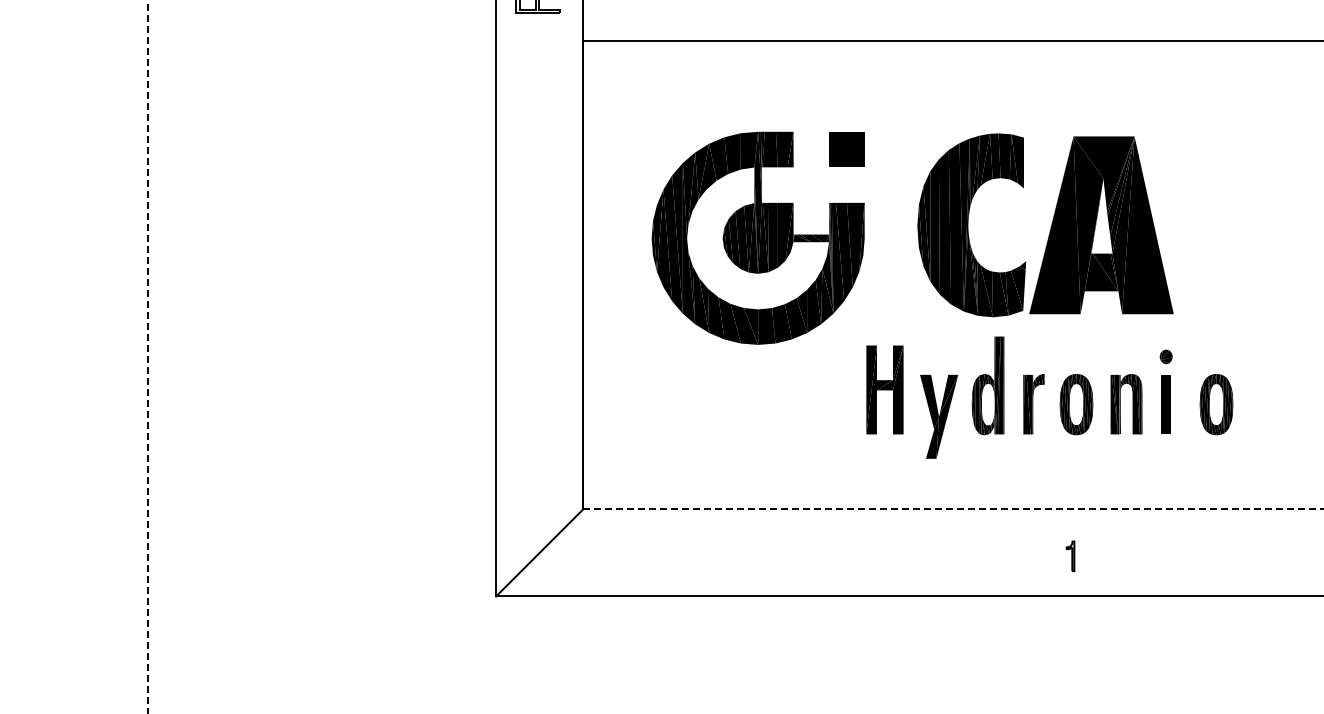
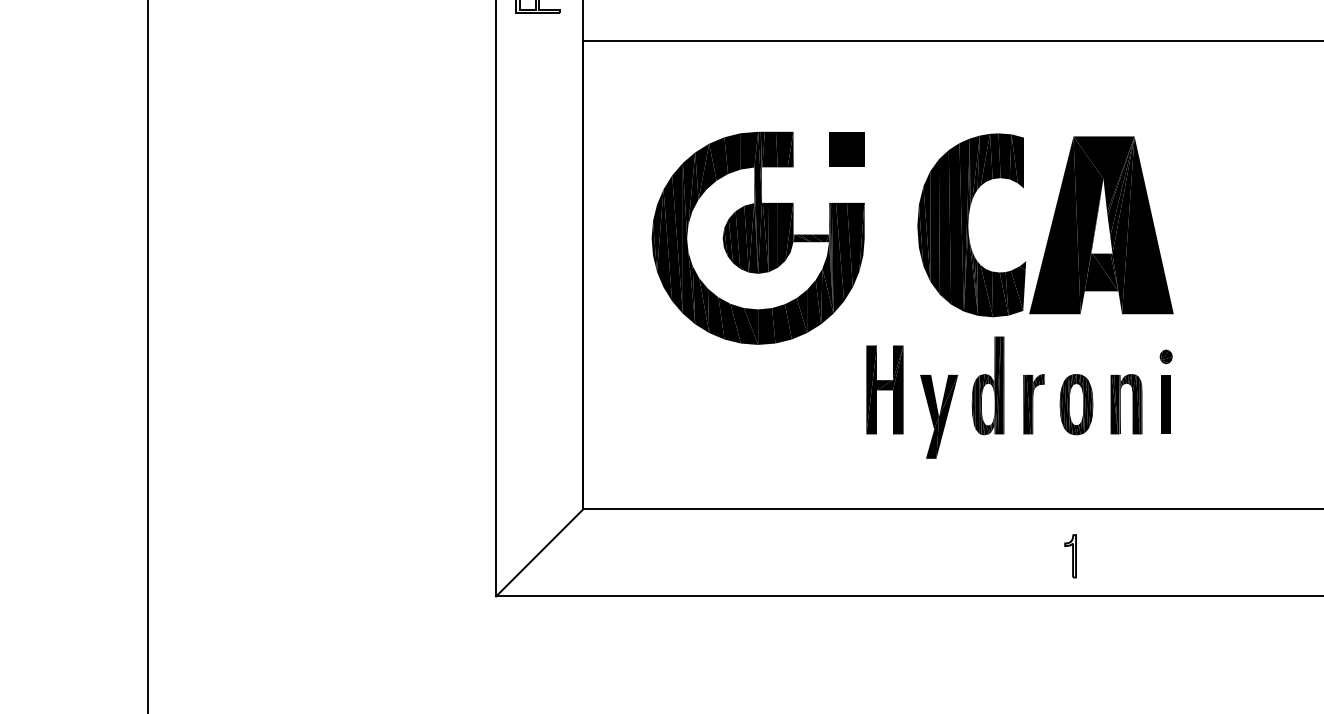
line at (147, 357): dashed -> solid
part at (1216, 404): present -> none
line at (953, 509): dashed -> solid
part at (1070, 556) size: 11x33 px -> 13x45 px
